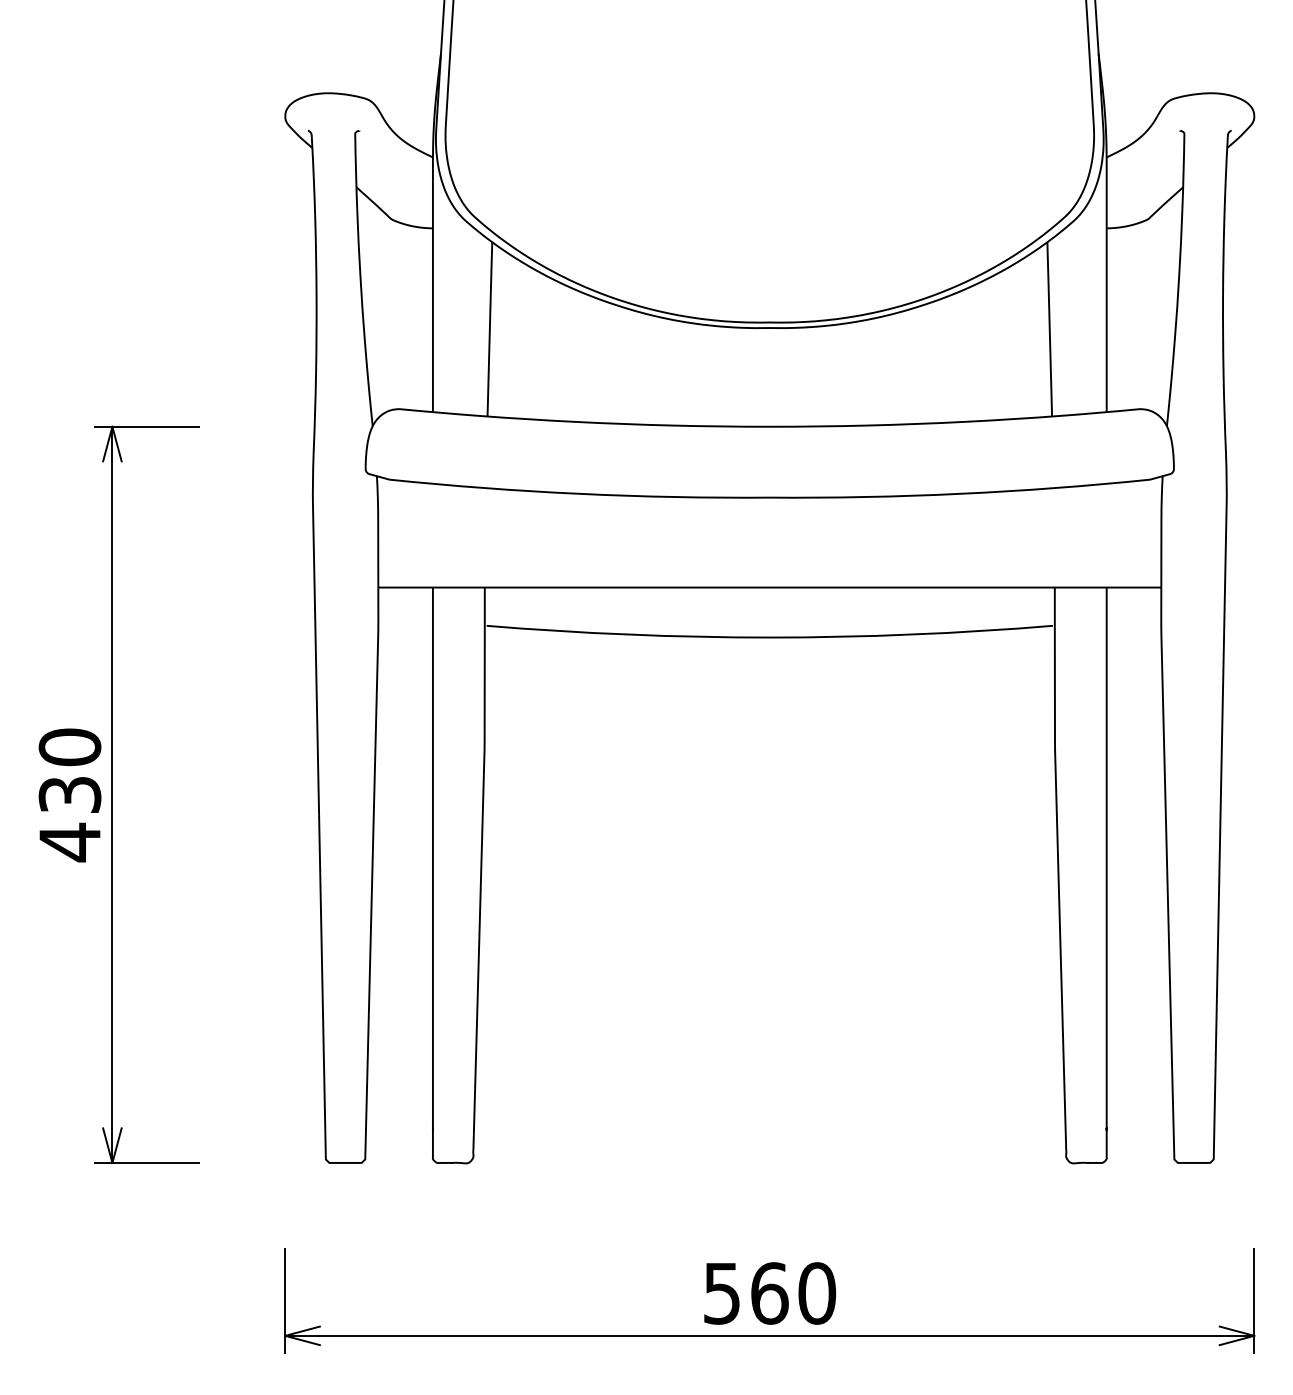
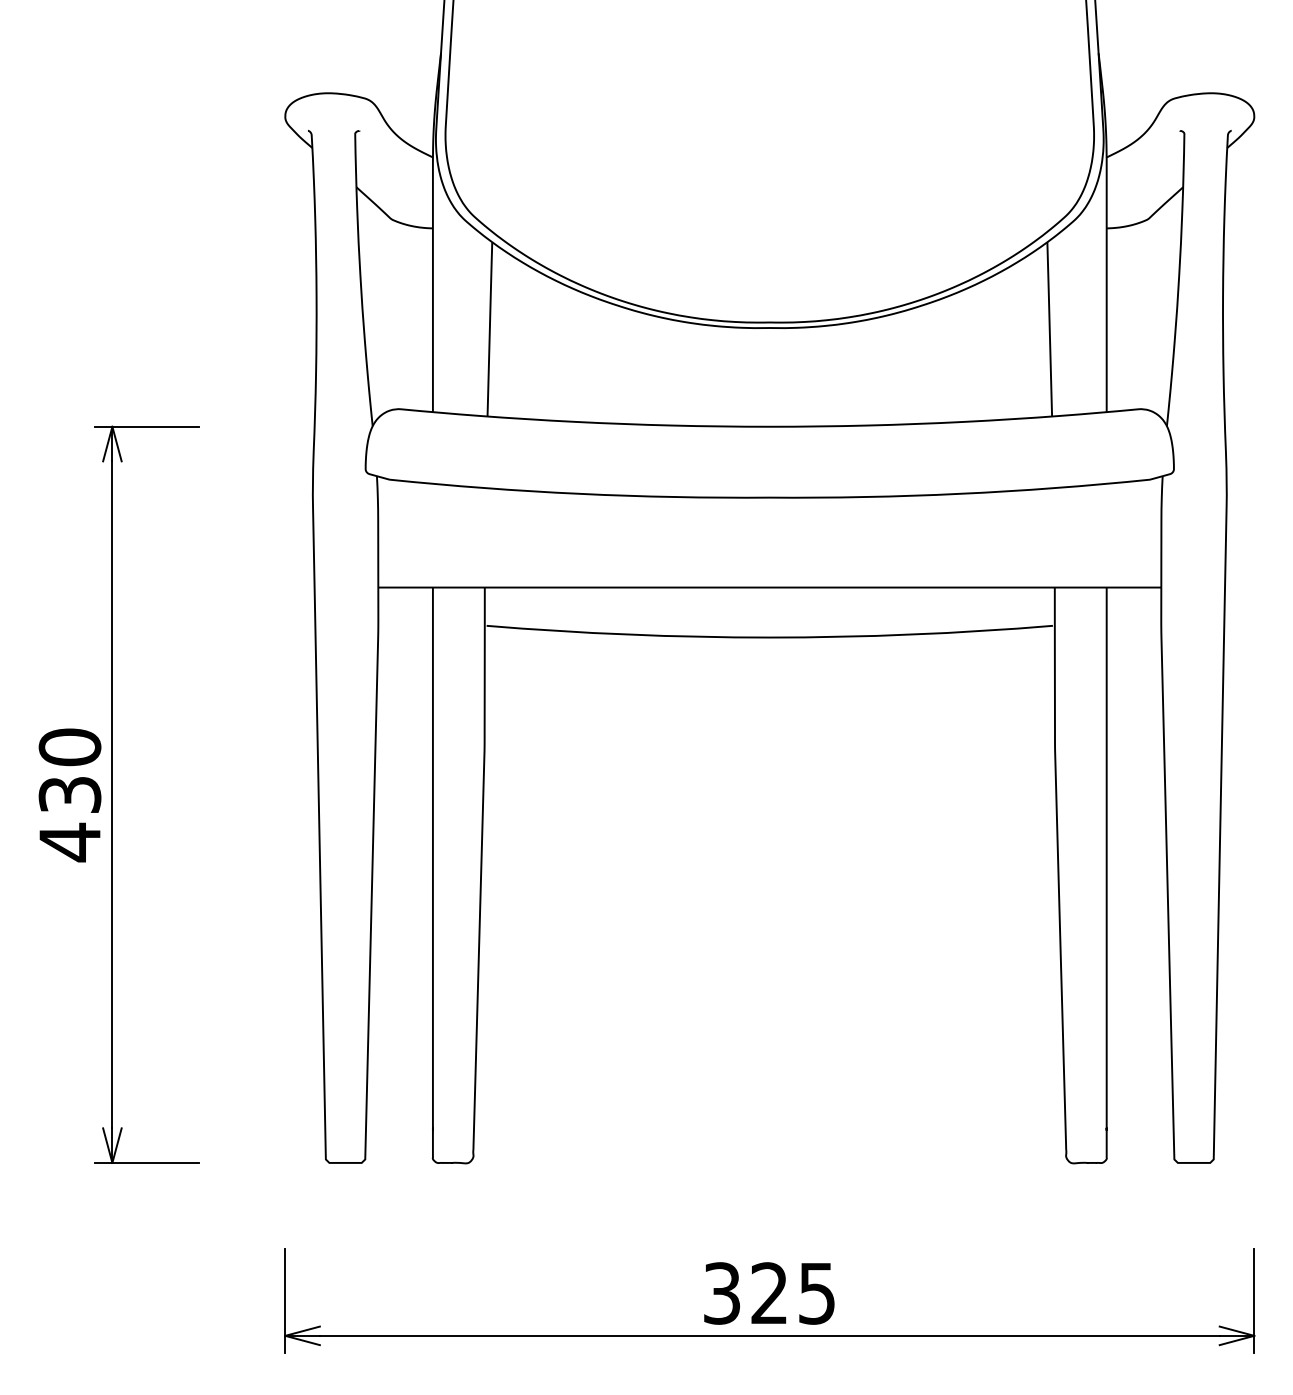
text at (770, 1293): 560 -> 325
